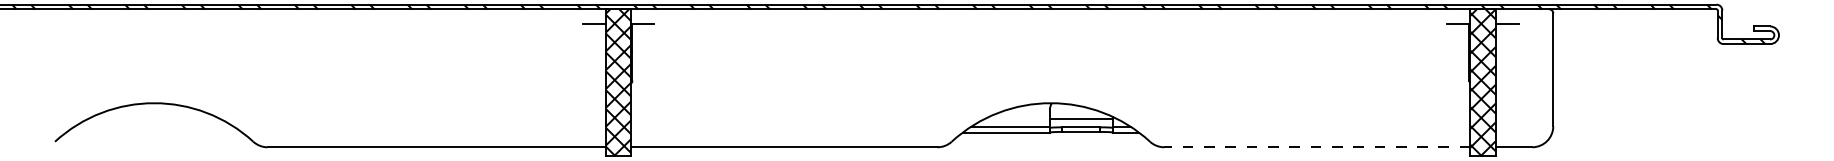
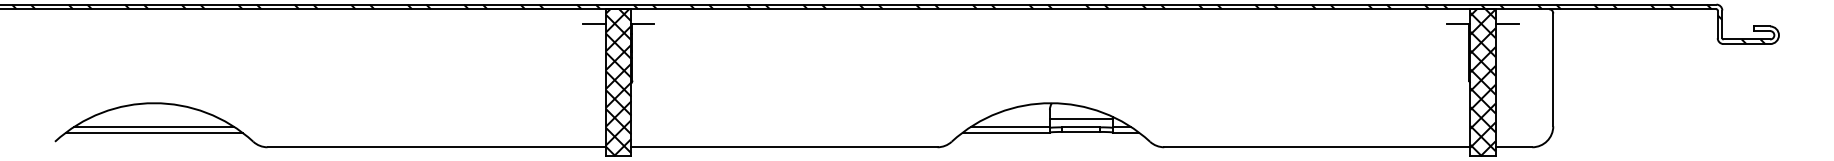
line at (154, 126): none -> present
line at (153, 132): none -> present
line at (1316, 147): dashed -> solid
